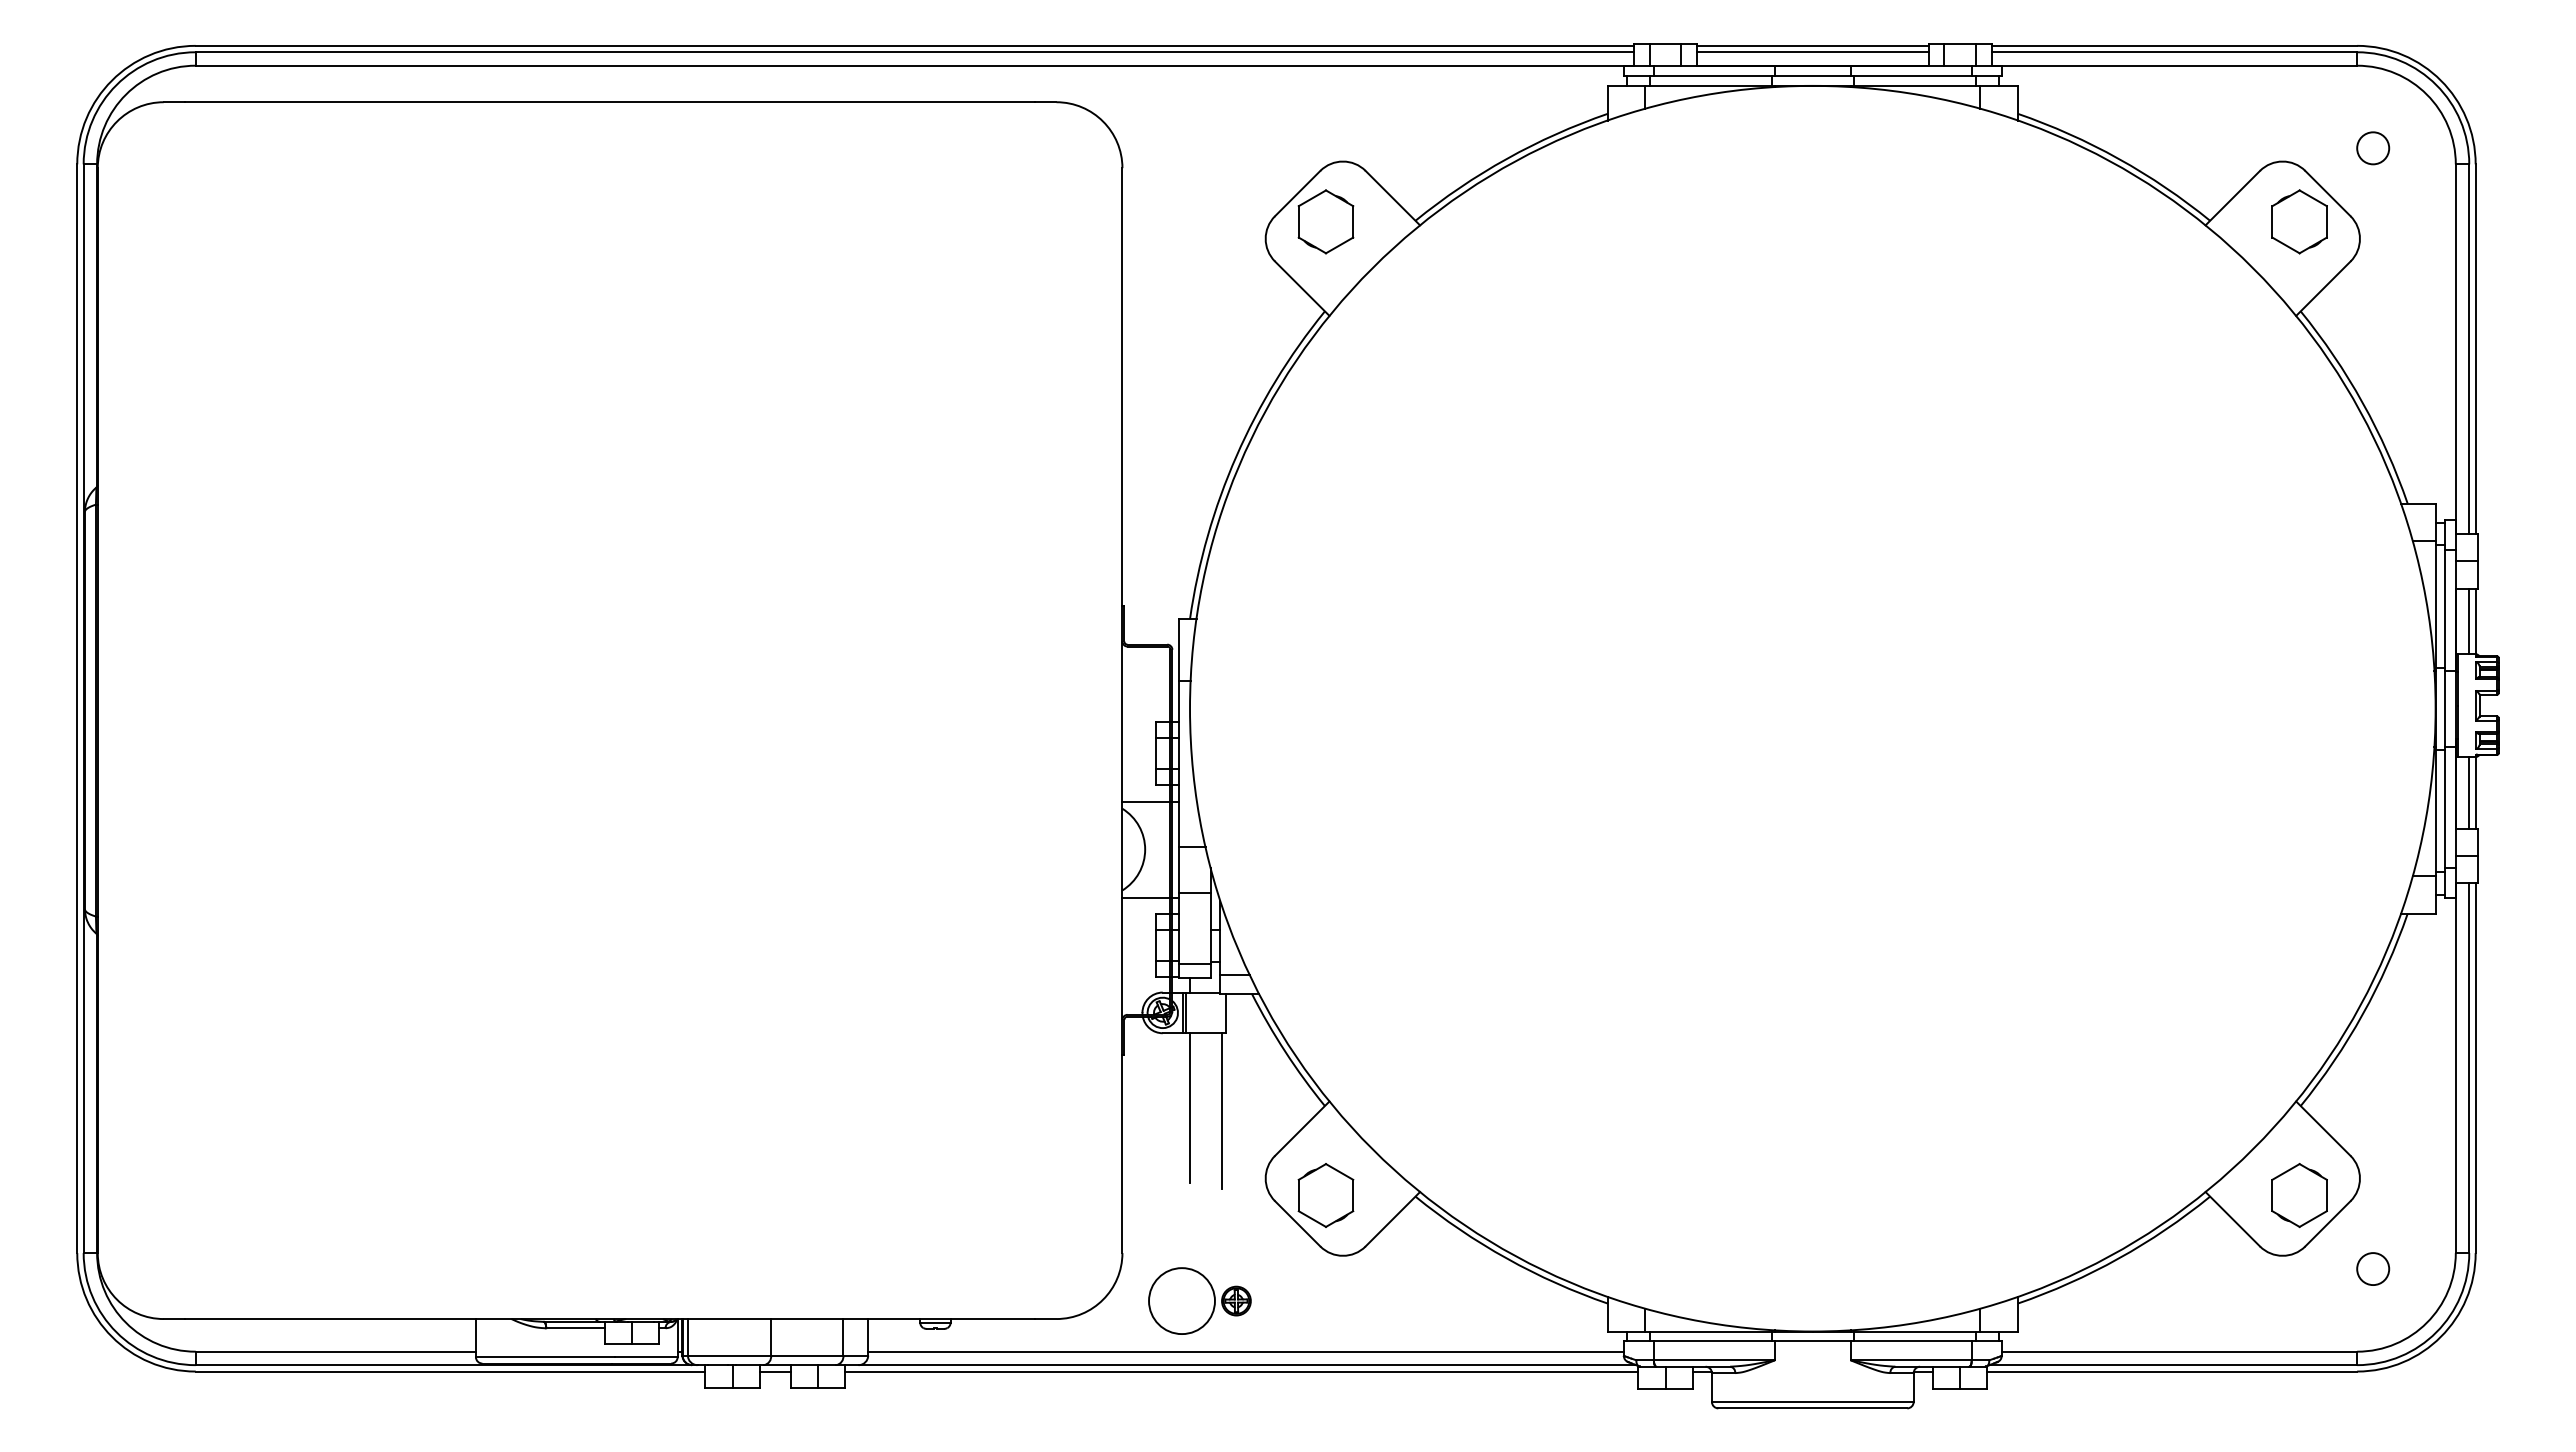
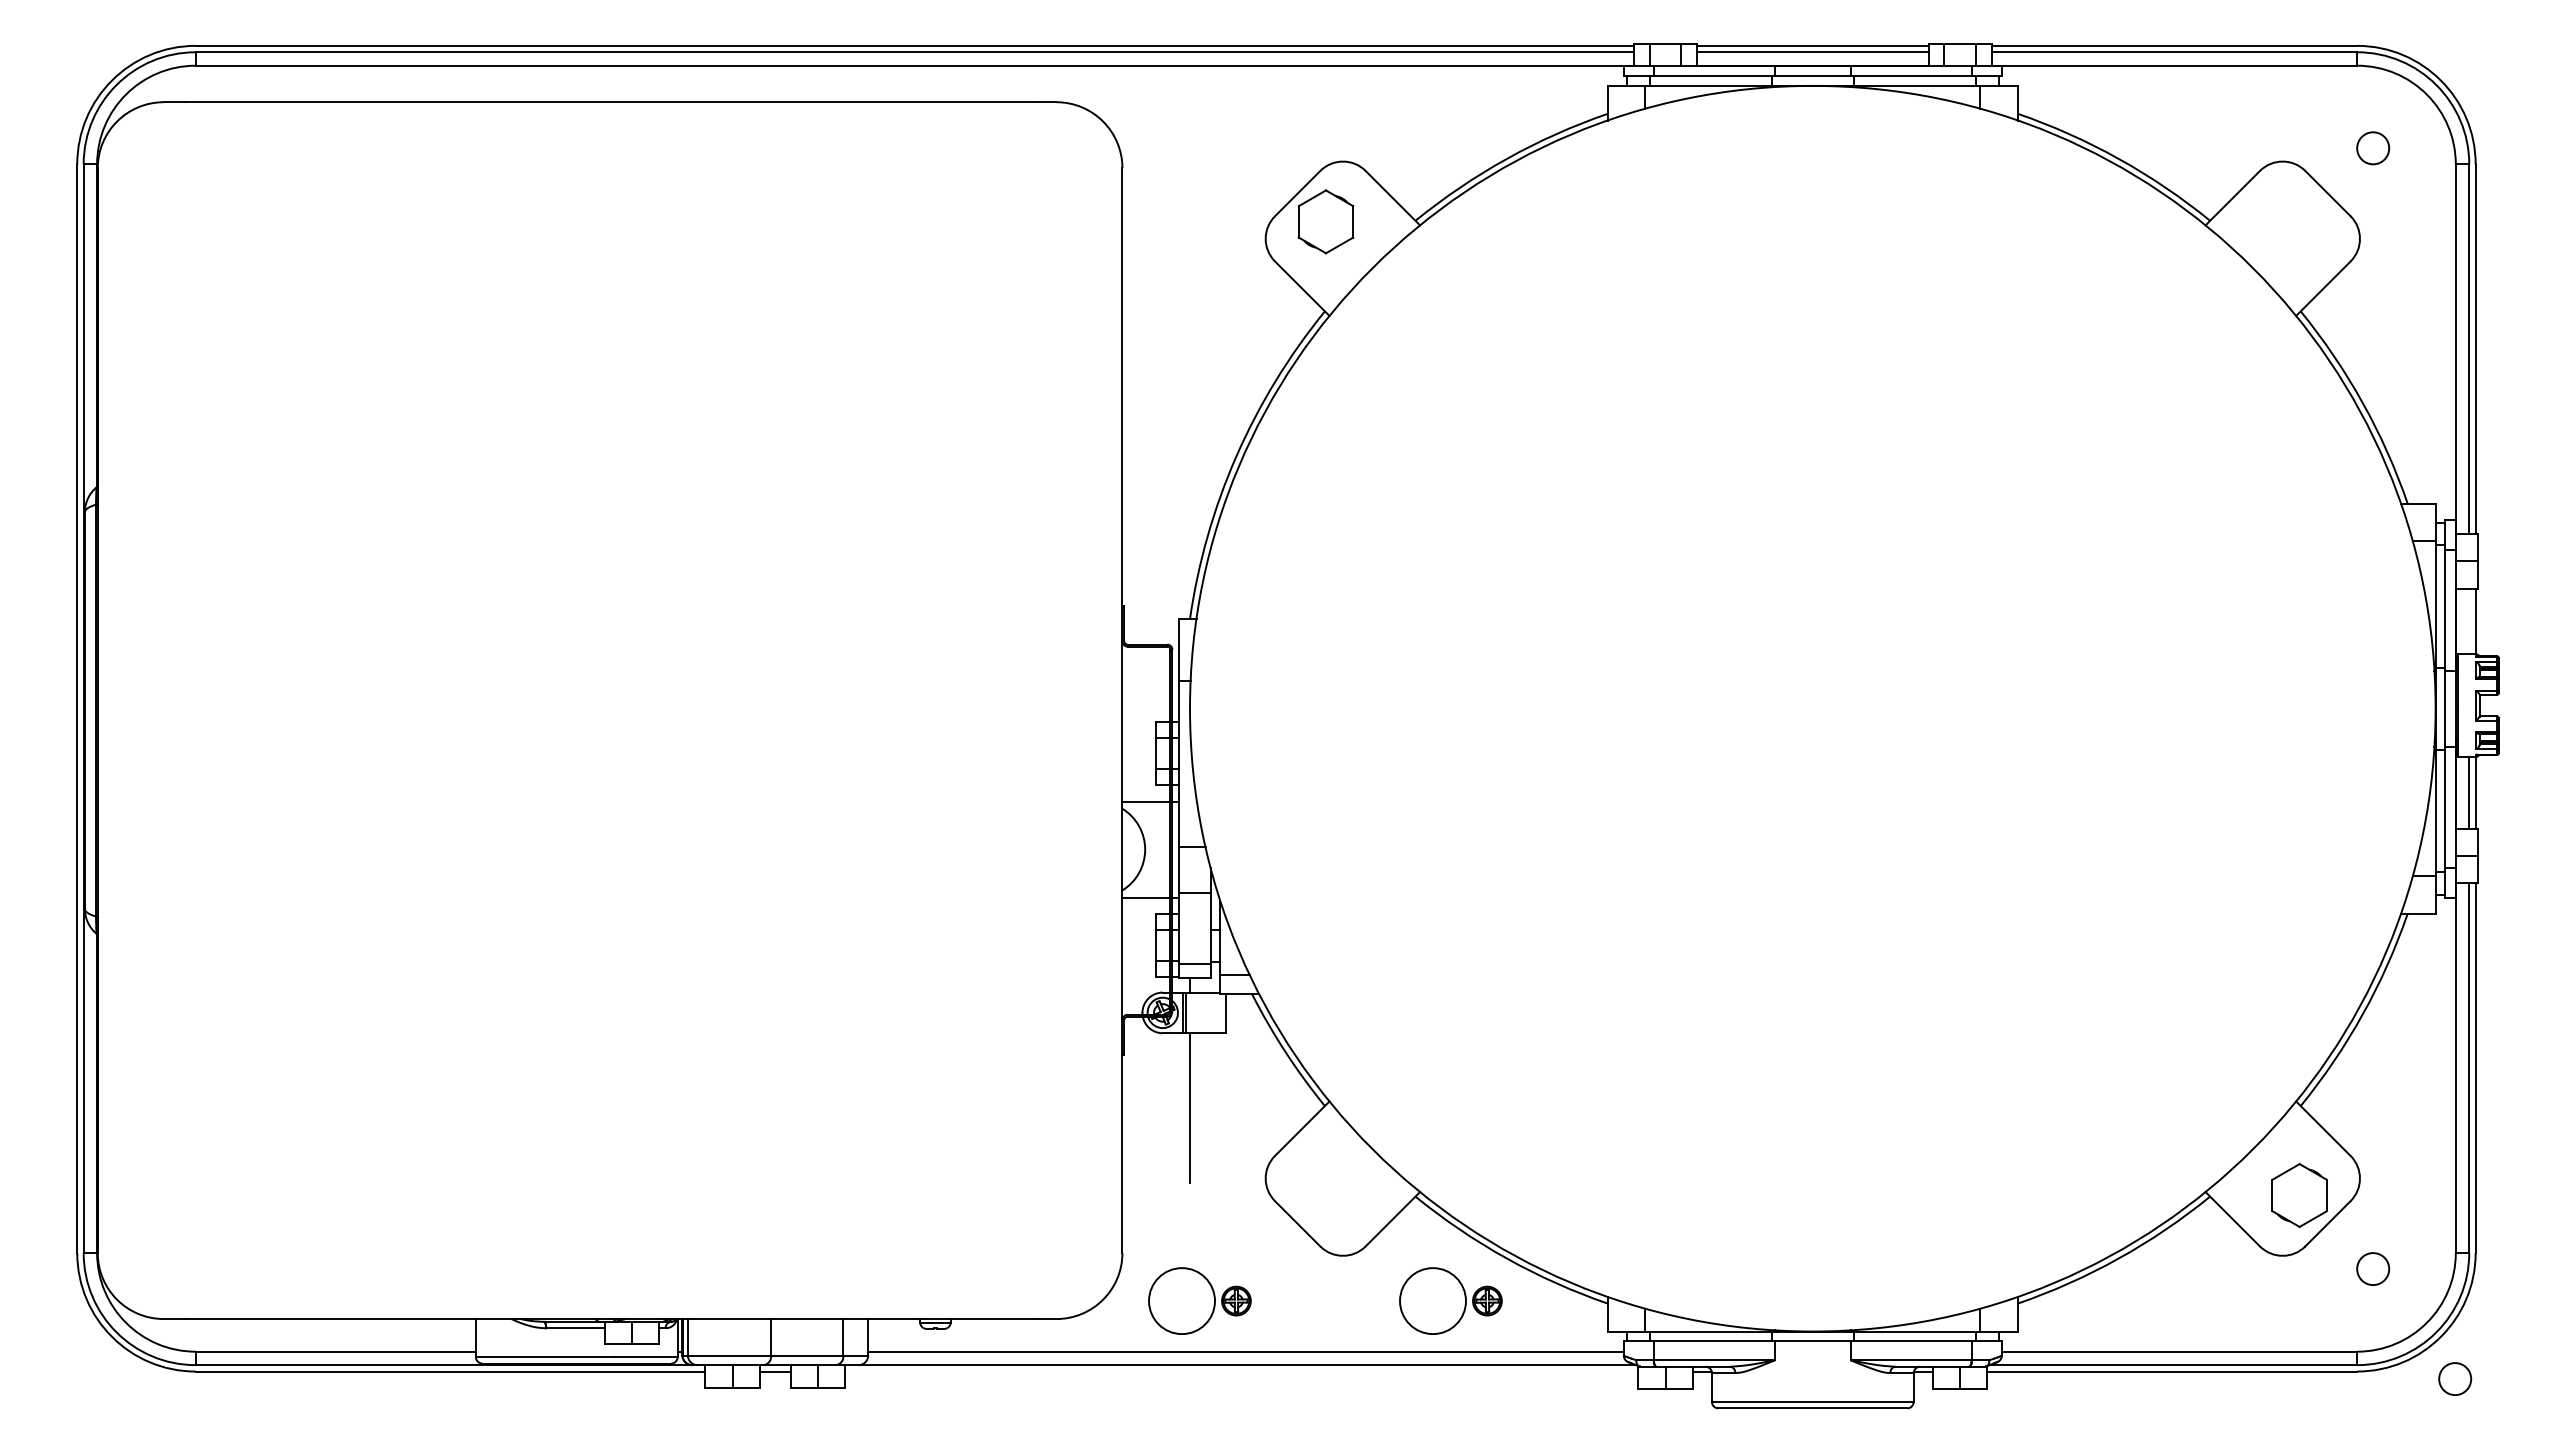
part at (2299, 221): present -> none
line at (2469, 621): present -> none
line at (1222, 1111): present -> none
part at (1325, 1195): present -> none
part at (1450, 1300): none -> present
line at (1241, 1371): present -> none
circle at (2455, 1378): none -> present
